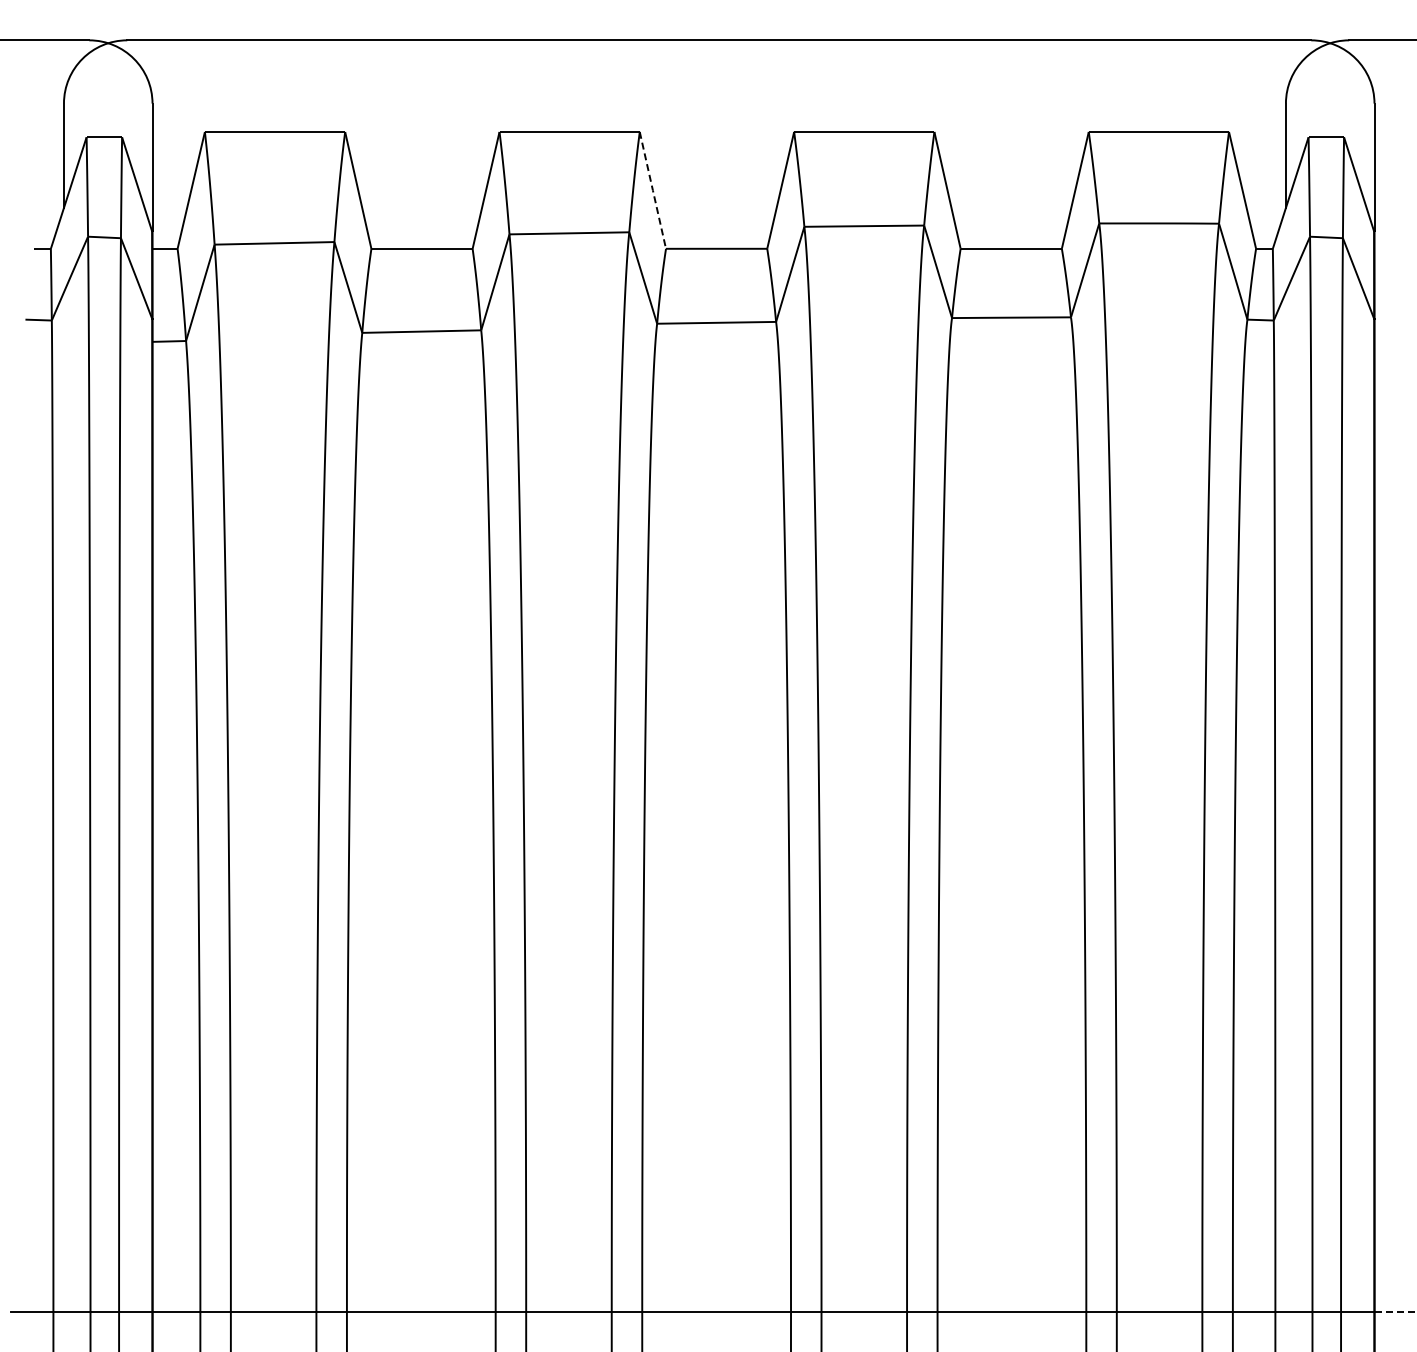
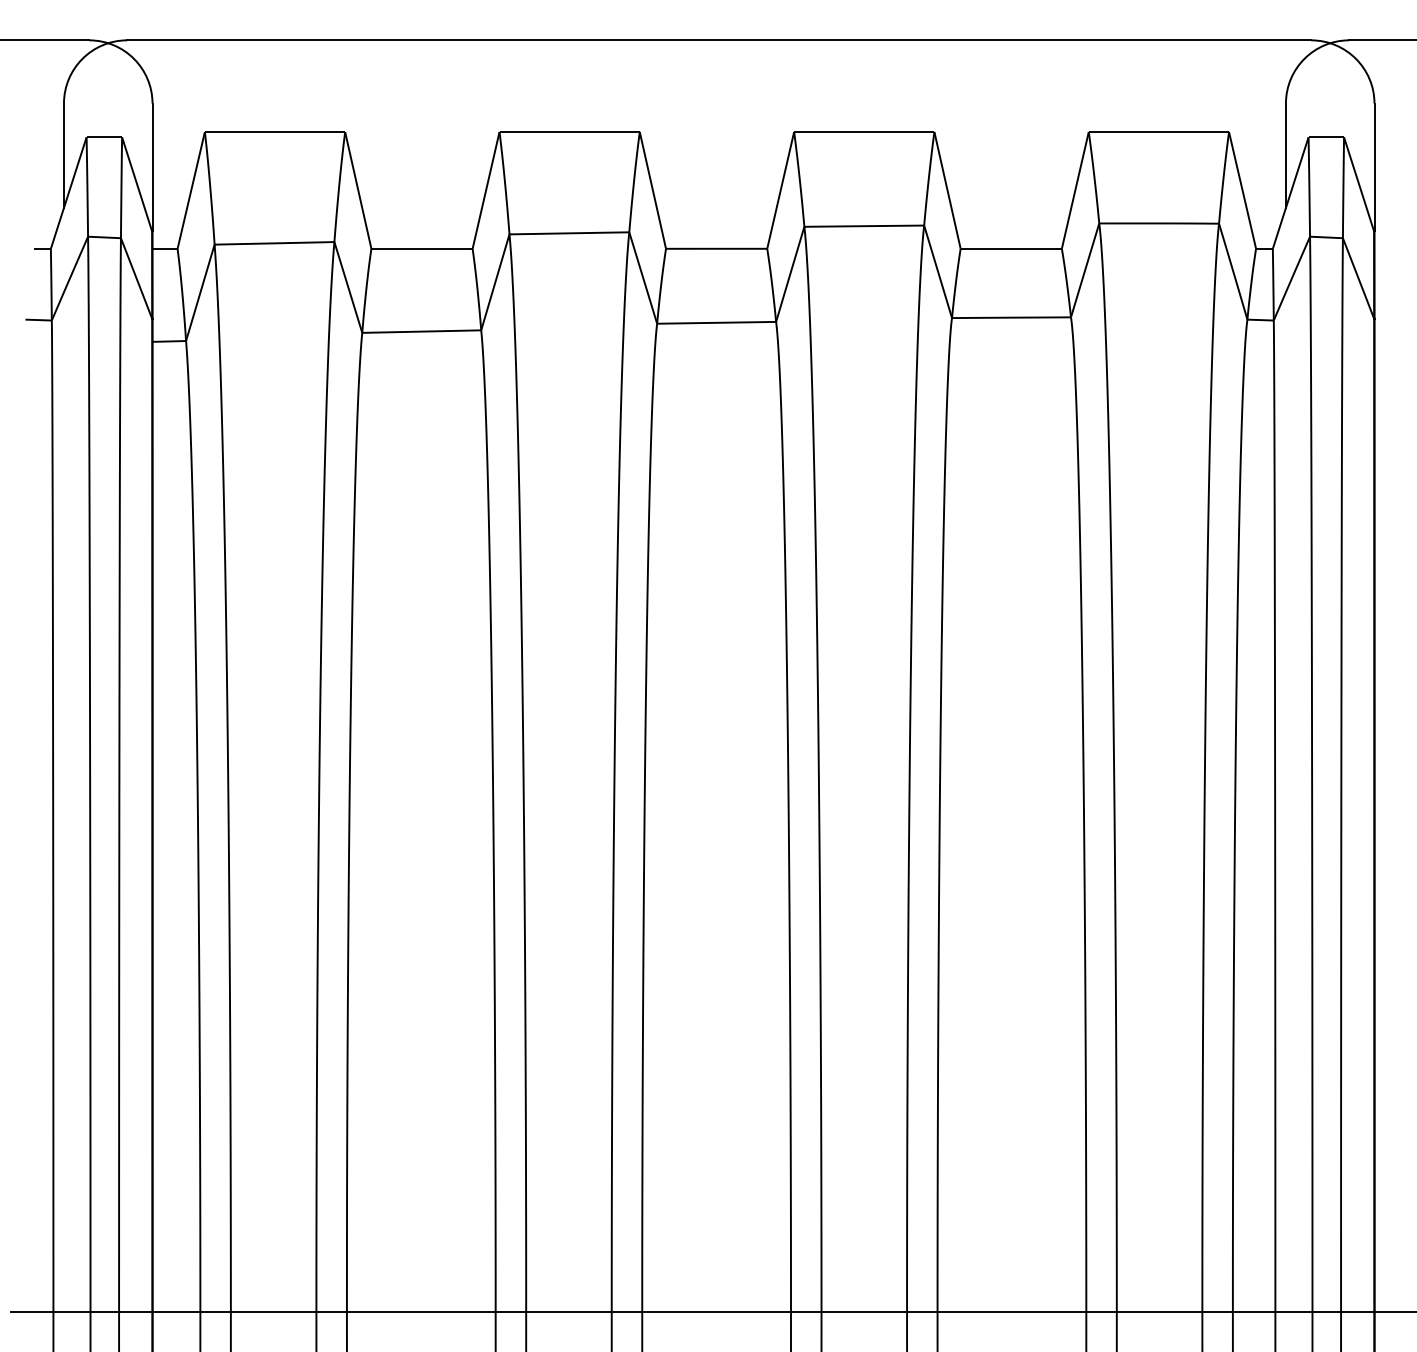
line at (652, 190): dashed -> solid
line at (1395, 1311): dashed -> solid
